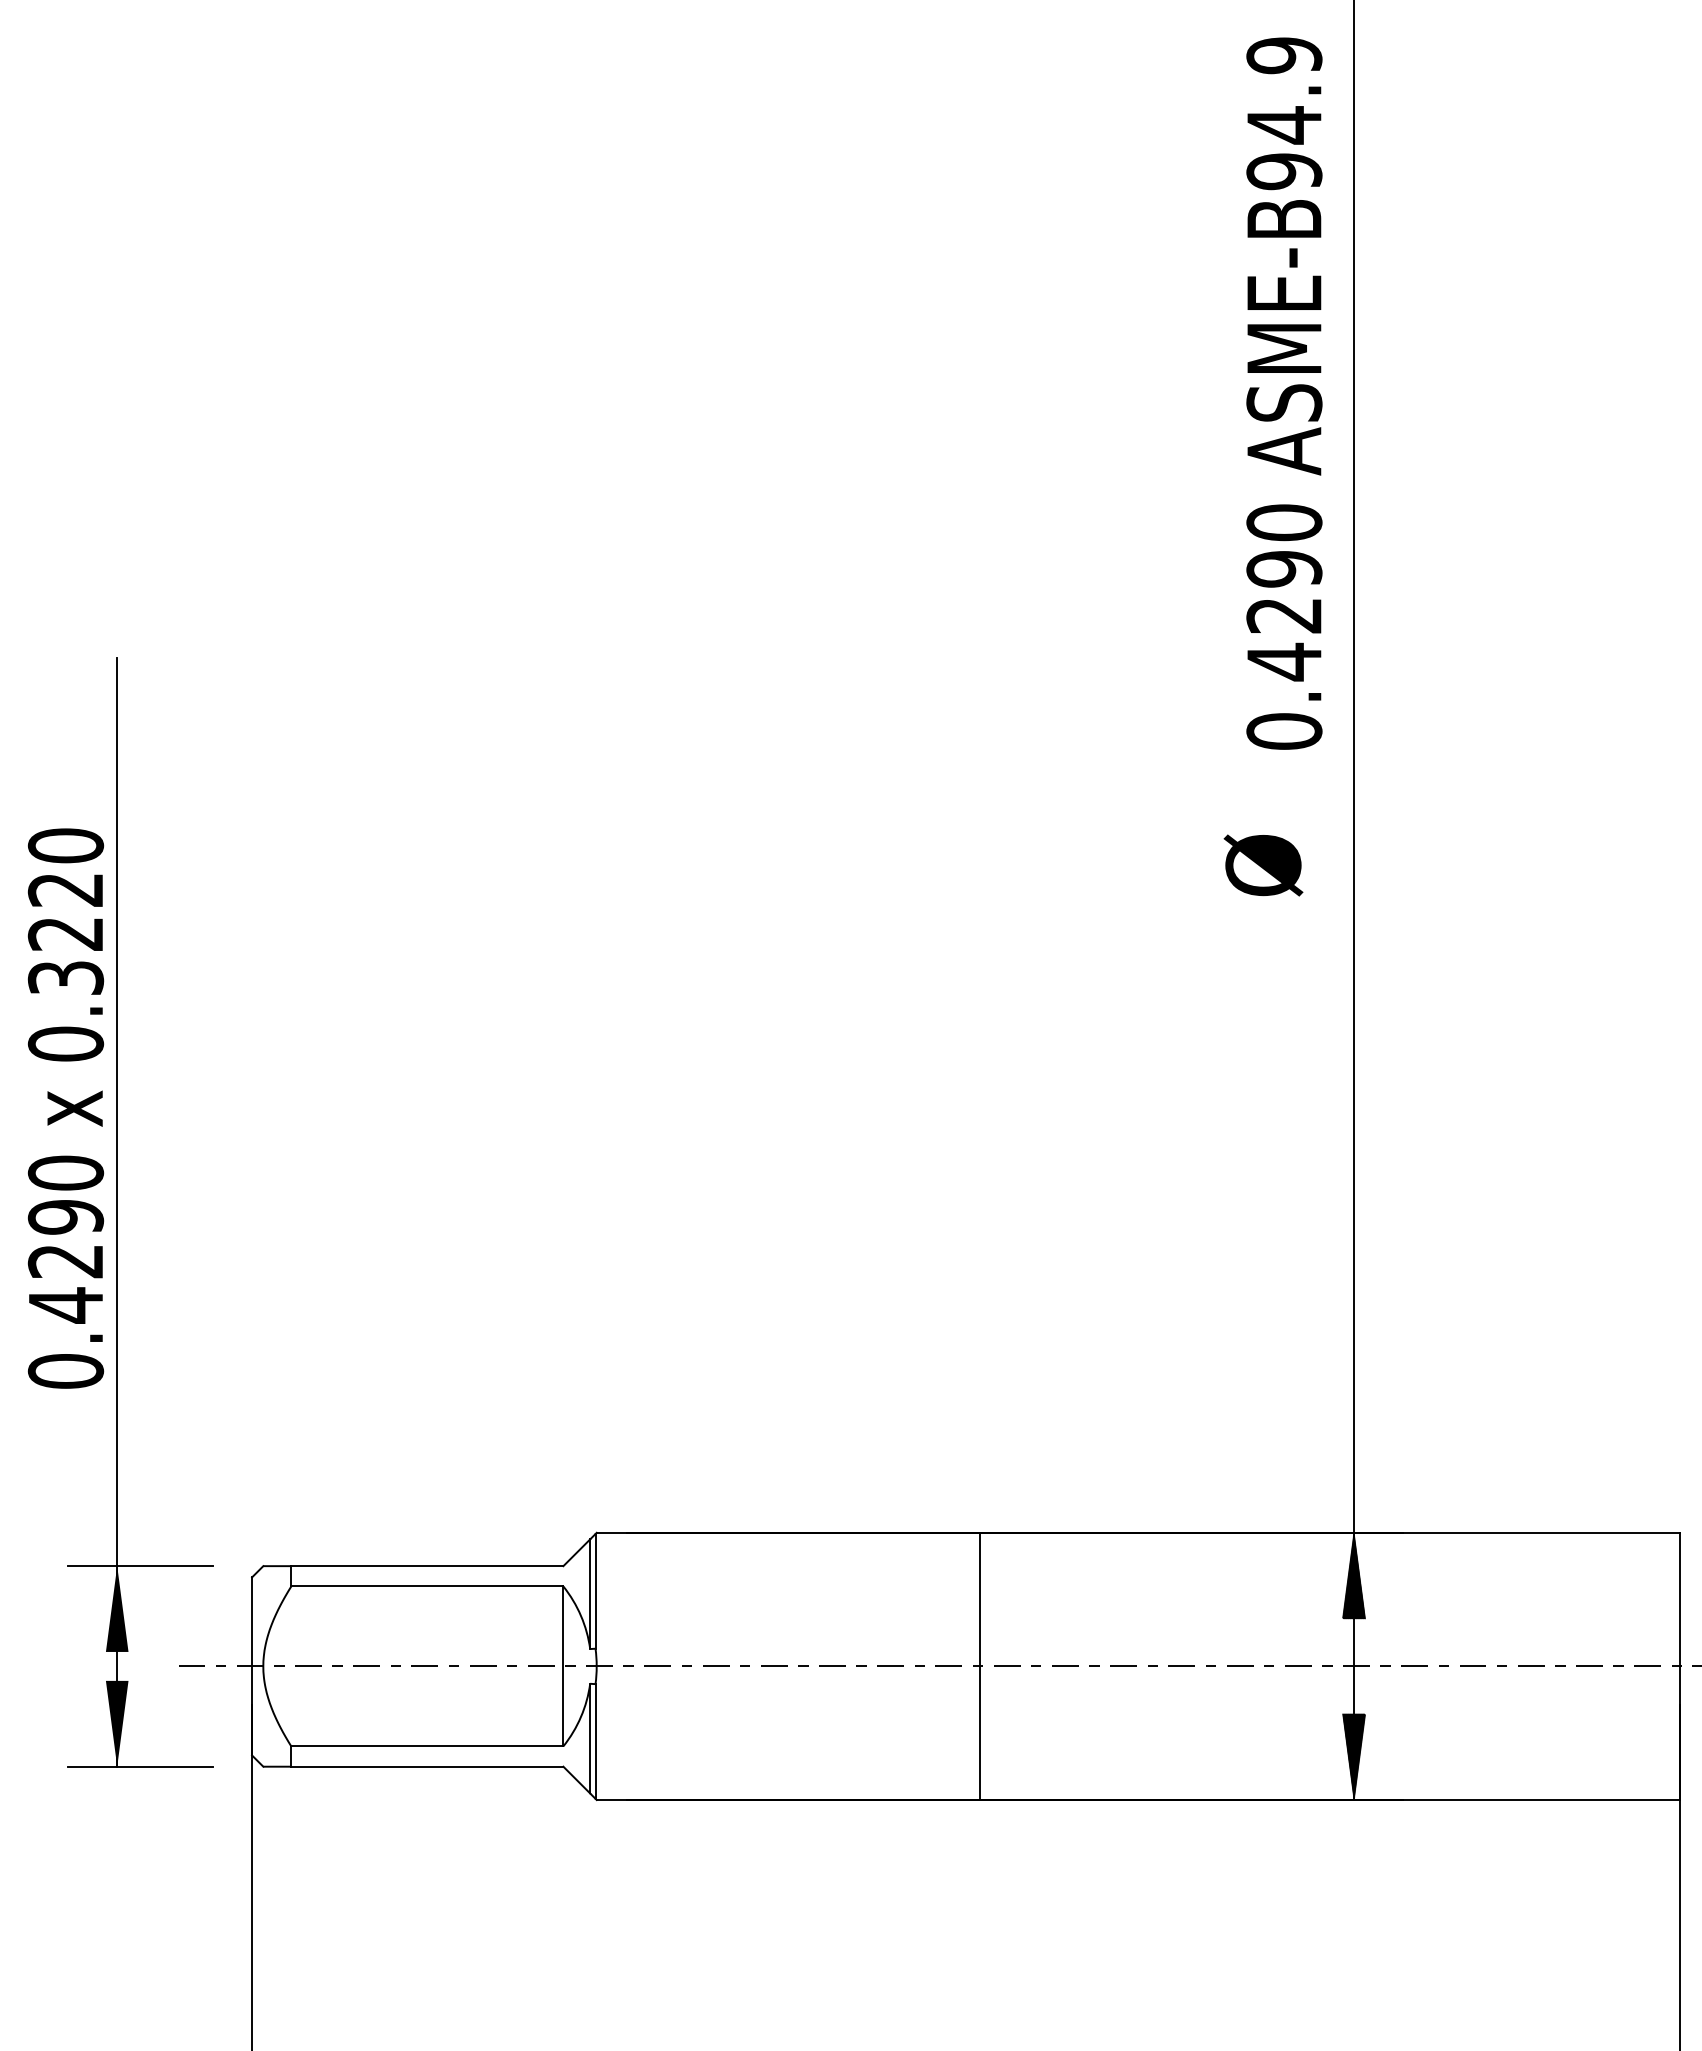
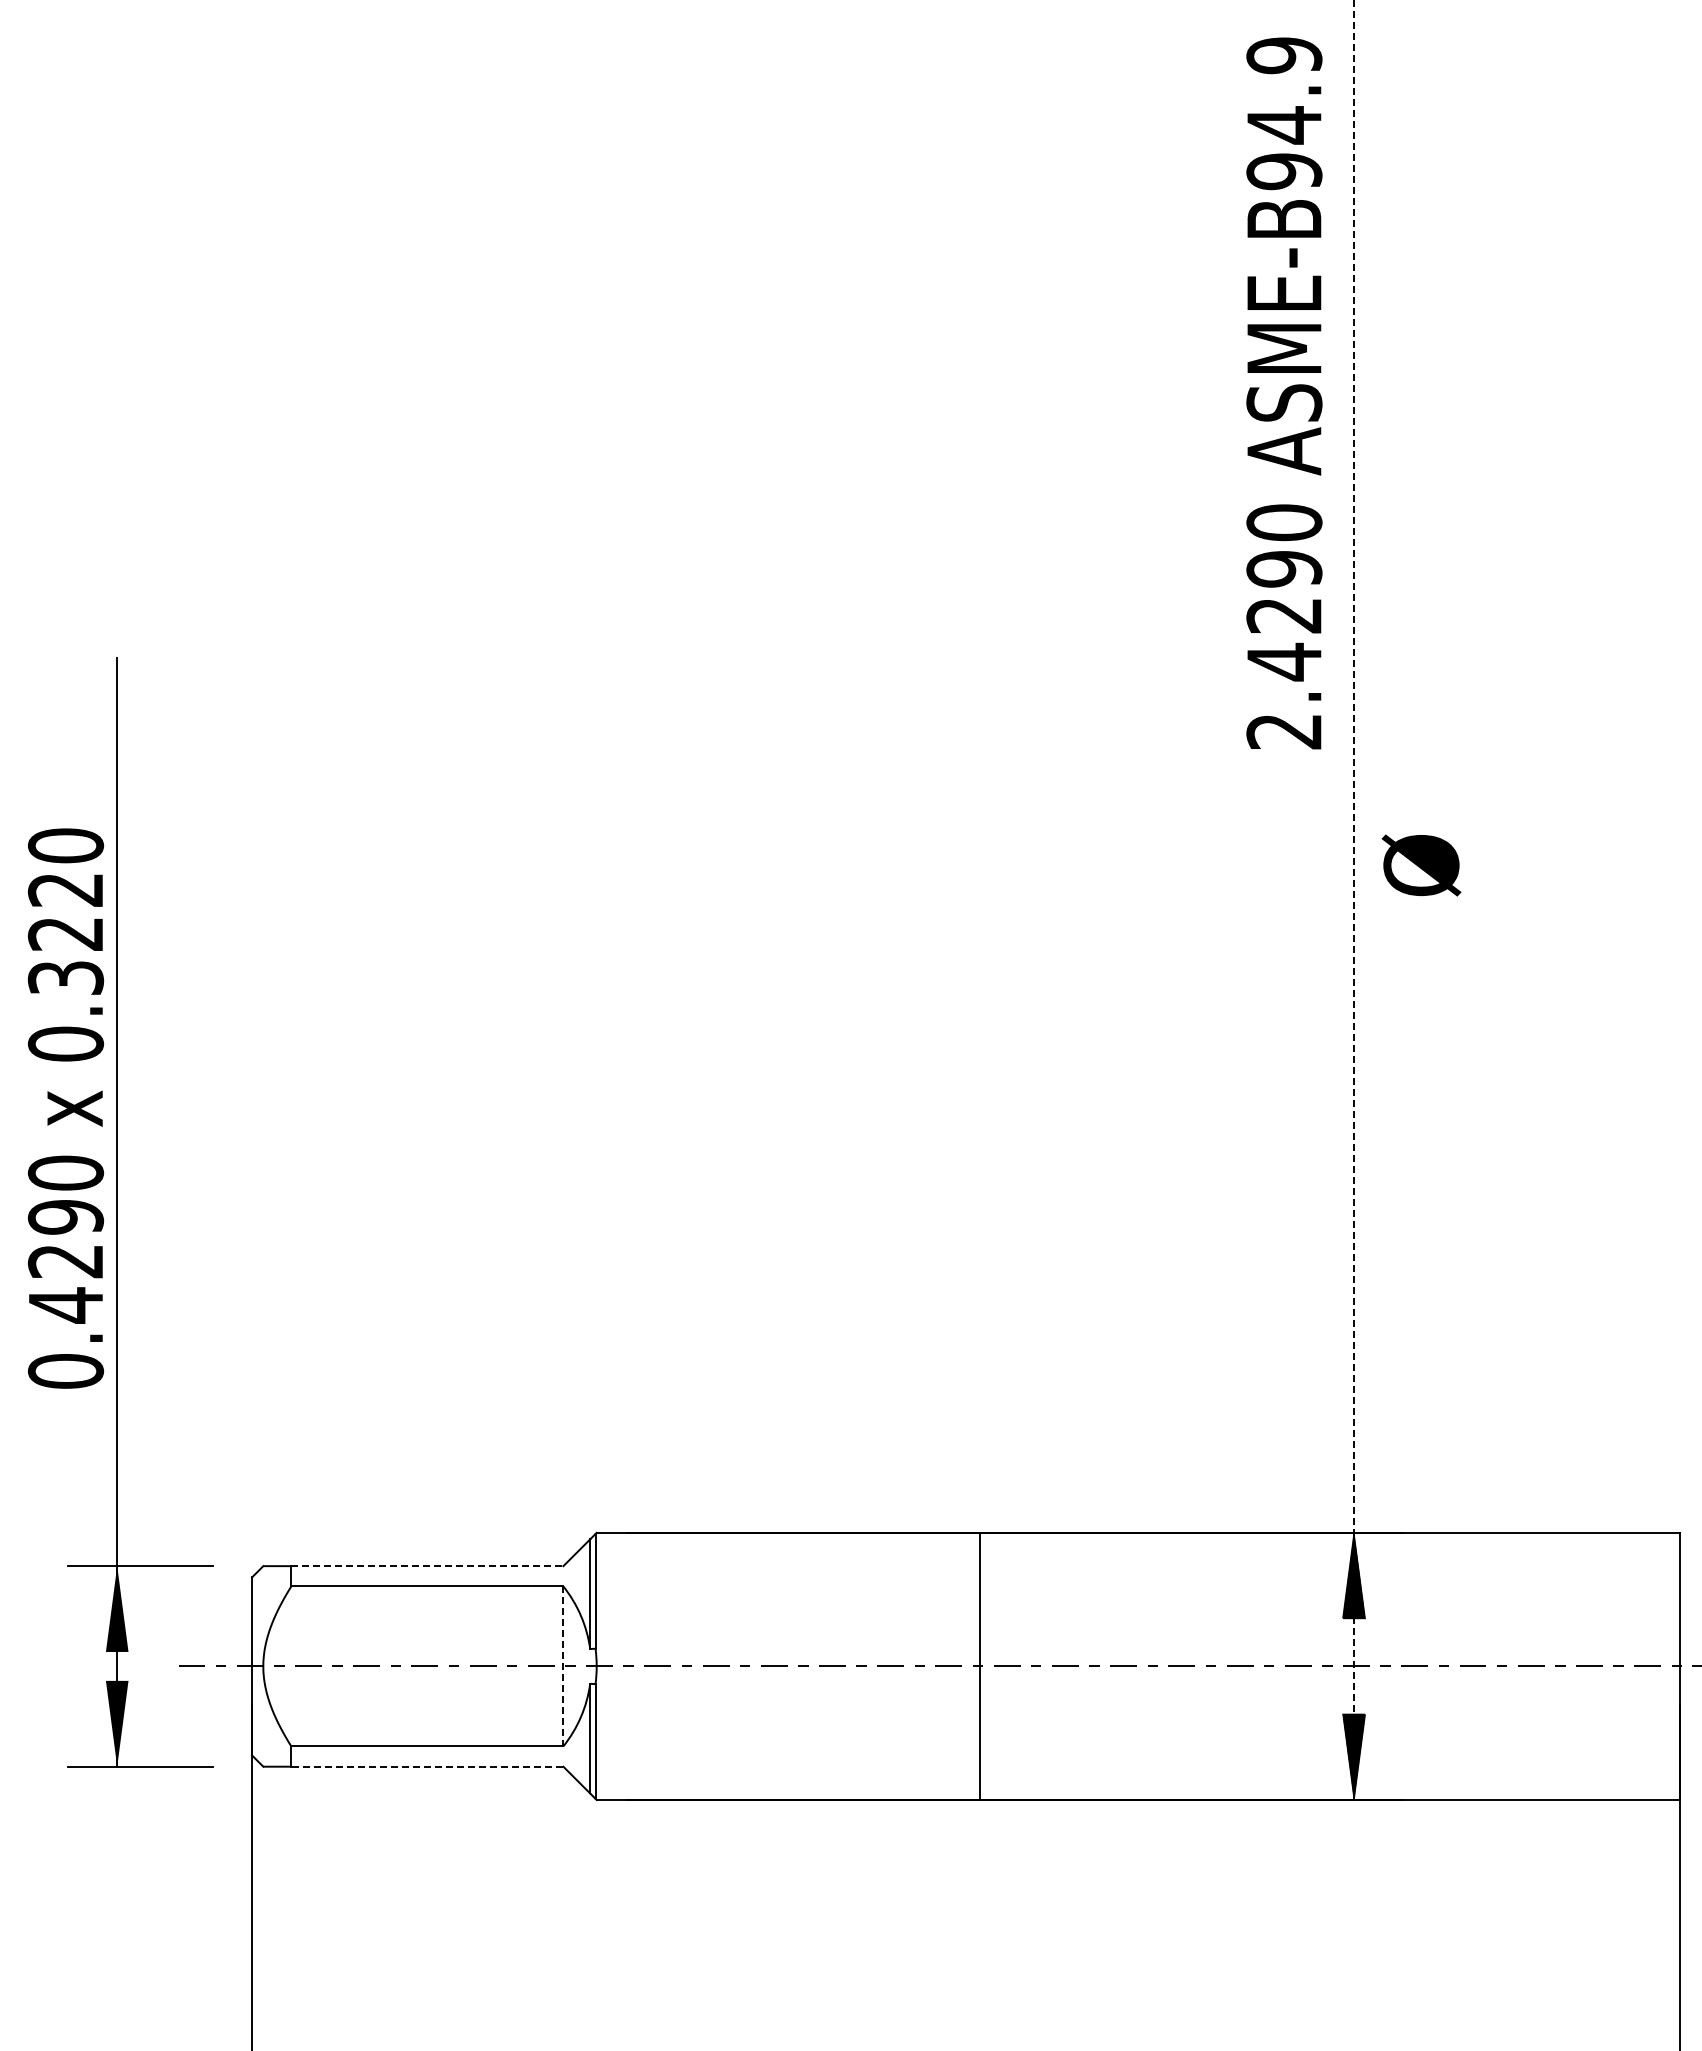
text at (1284, 731): 0.4290 -> 2.4290
text at (1263, 865) position: (1263, 865) -> (1421, 865)
line at (1354, 900): solid -> dashed
line at (427, 1566): solid -> dashed
line at (563, 1666): solid -> dashed
line at (426, 1766): solid -> dashed
